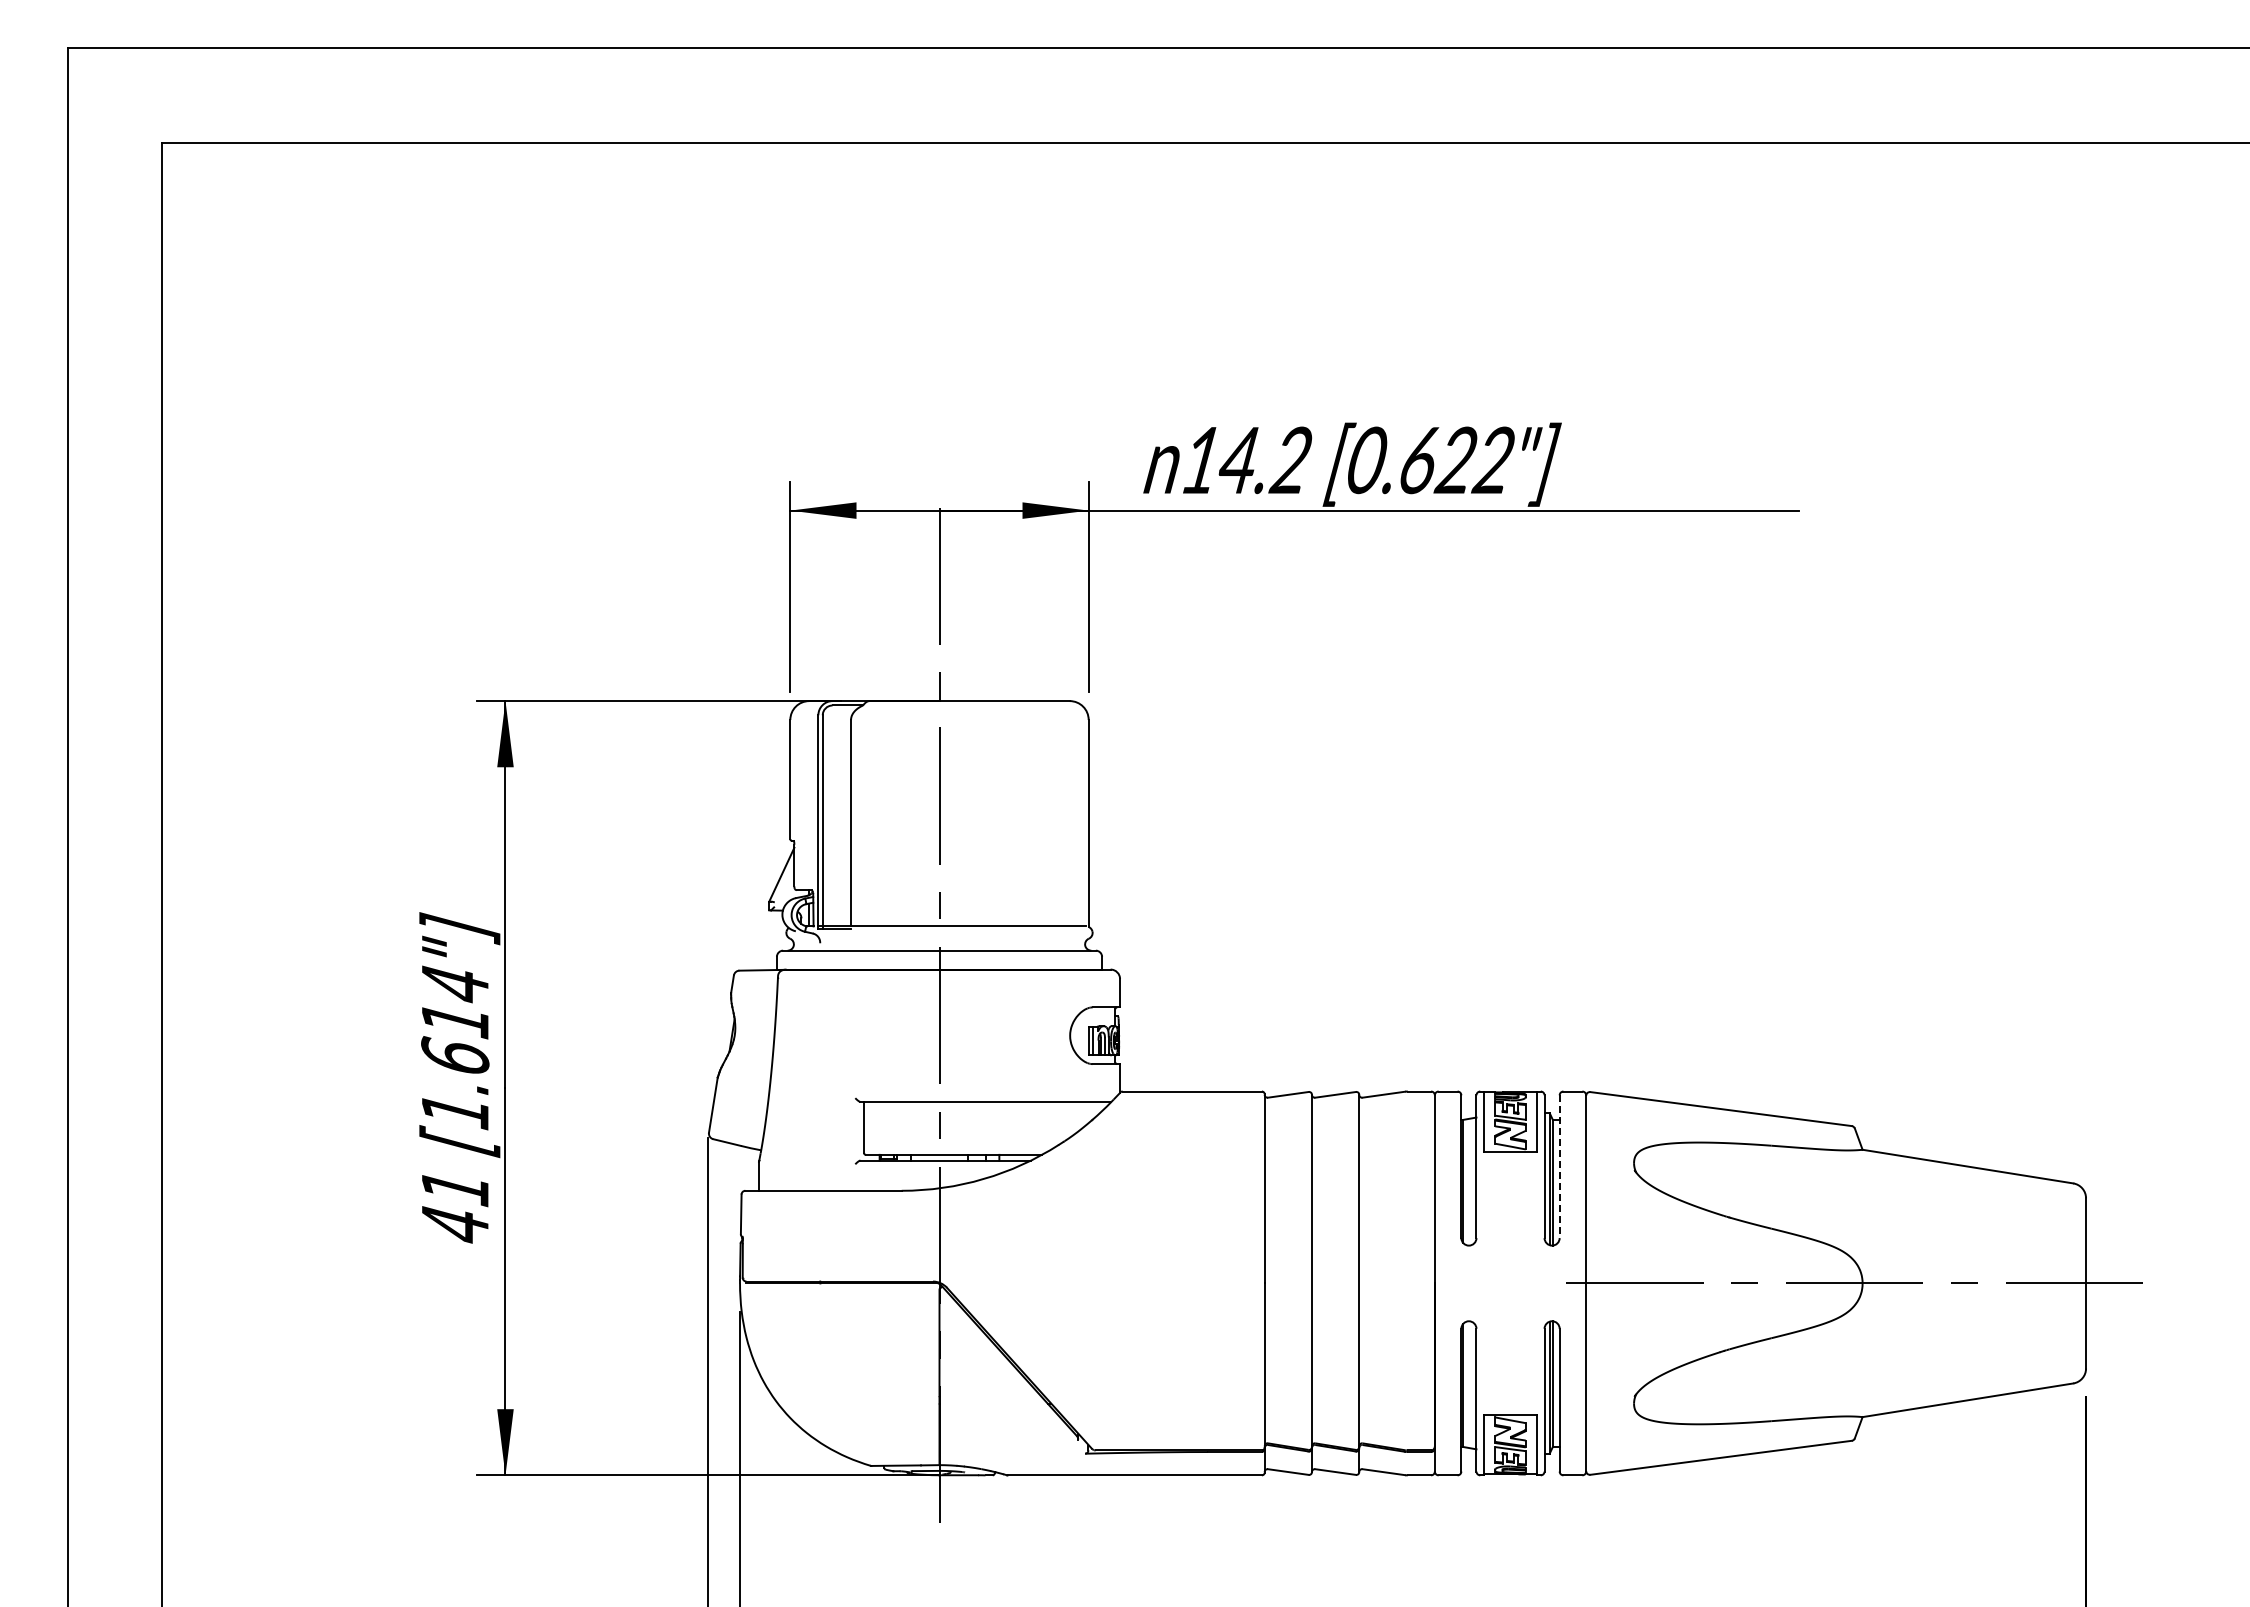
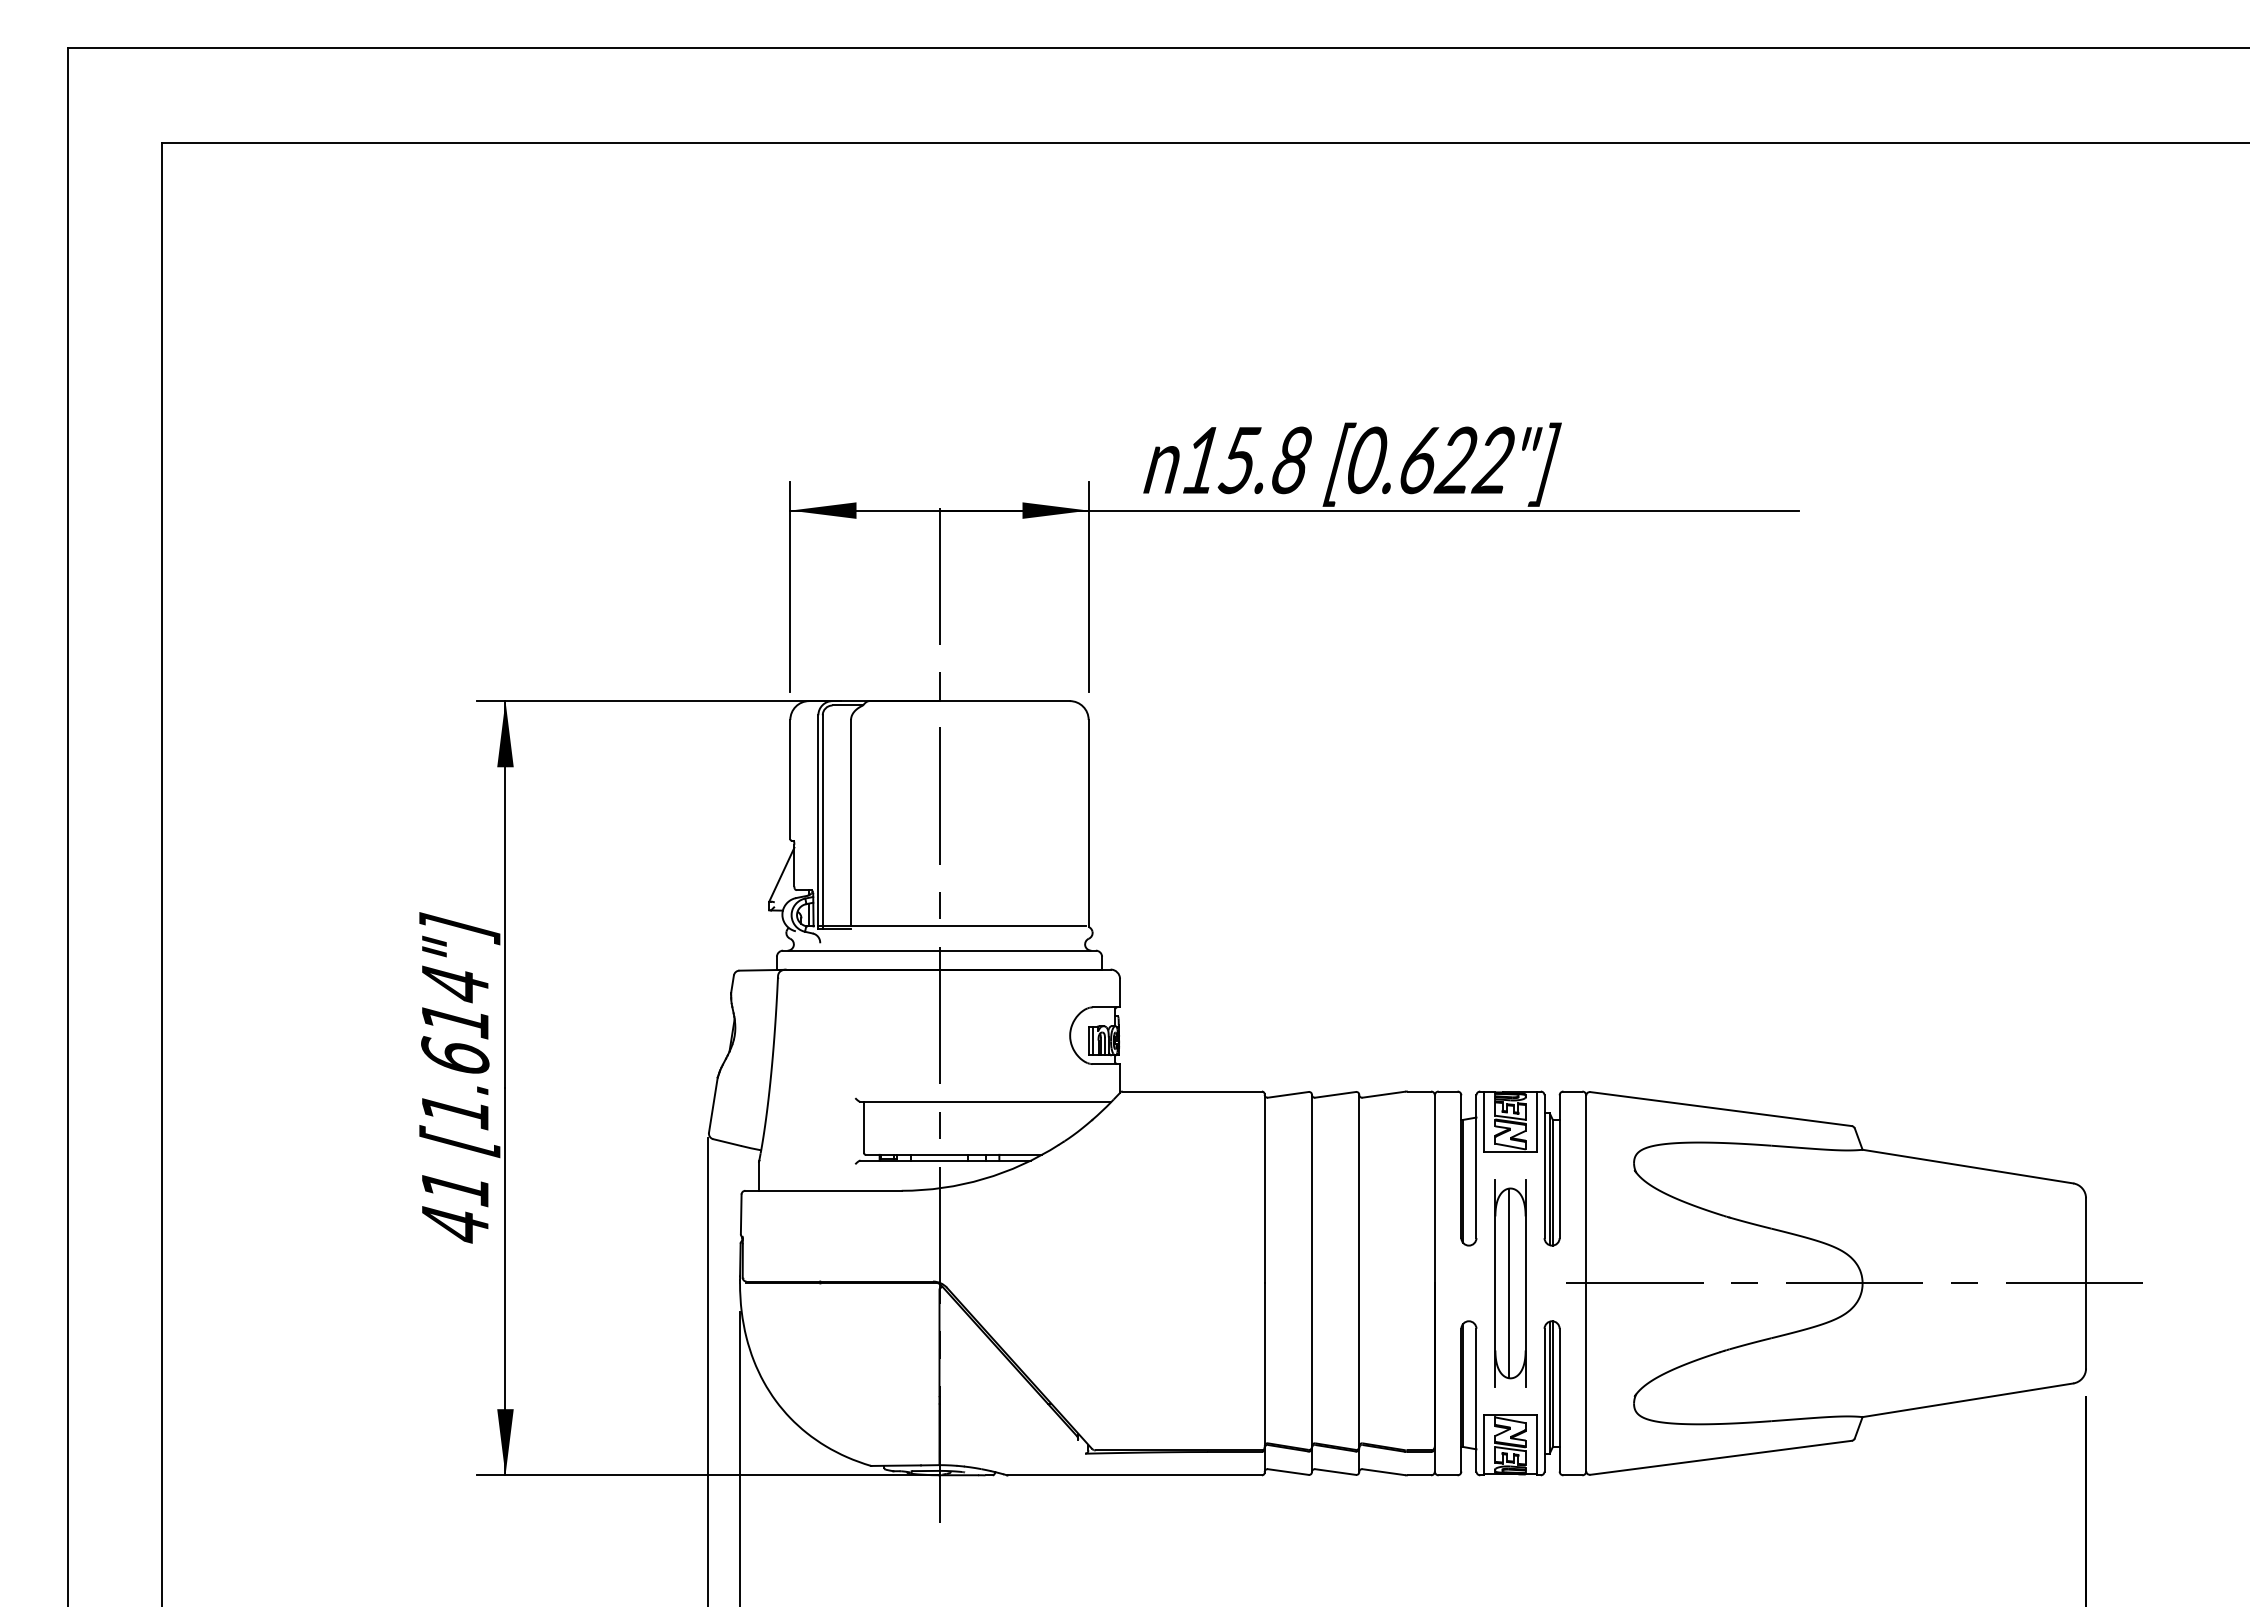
text at (1264, 460): 14.2 -> 15.8
line at (1559, 1167): dashed -> solid
part at (1510, 1283): none -> present
